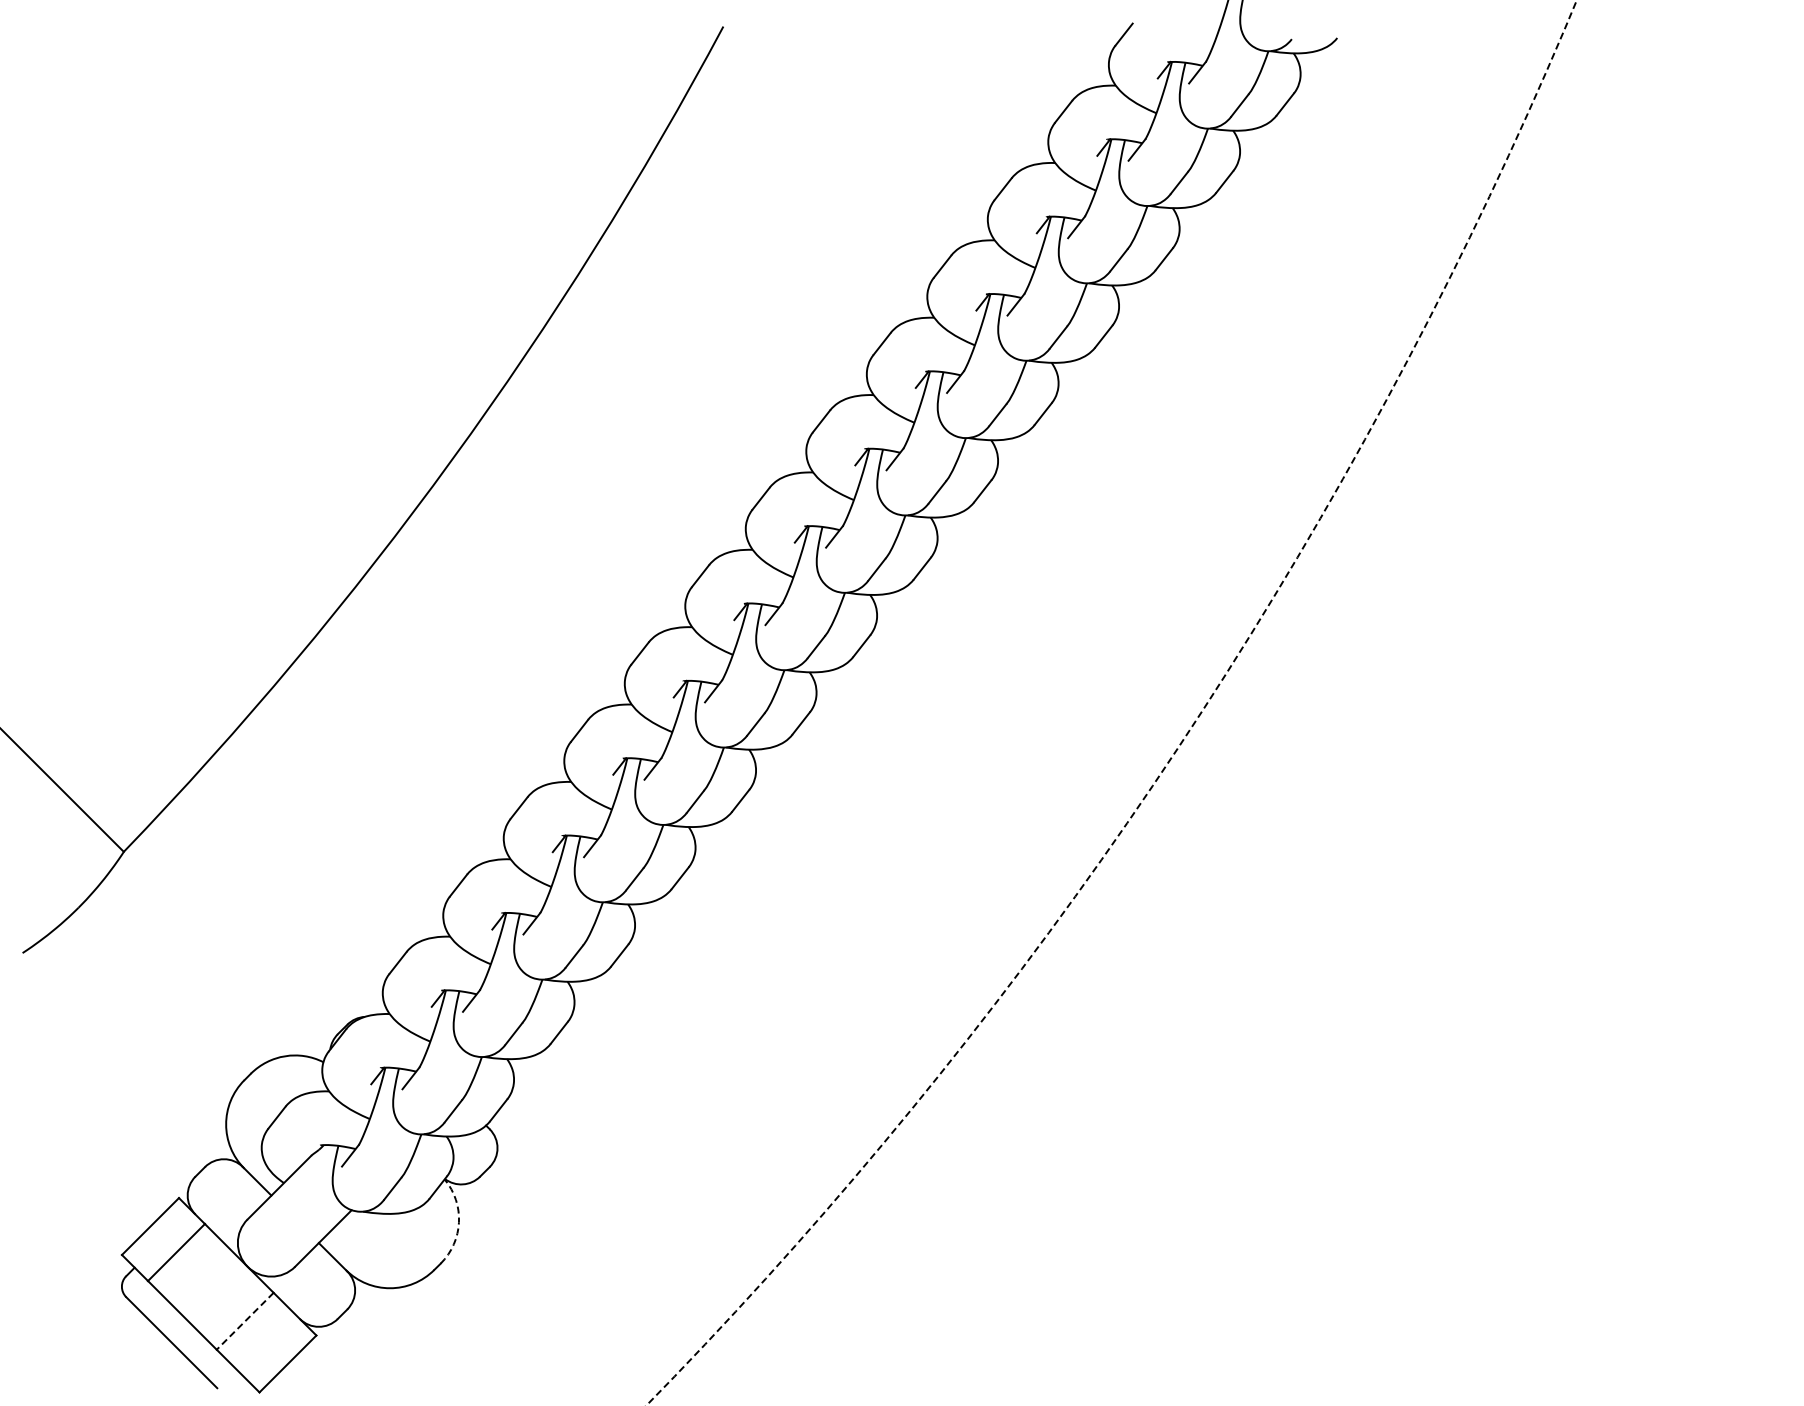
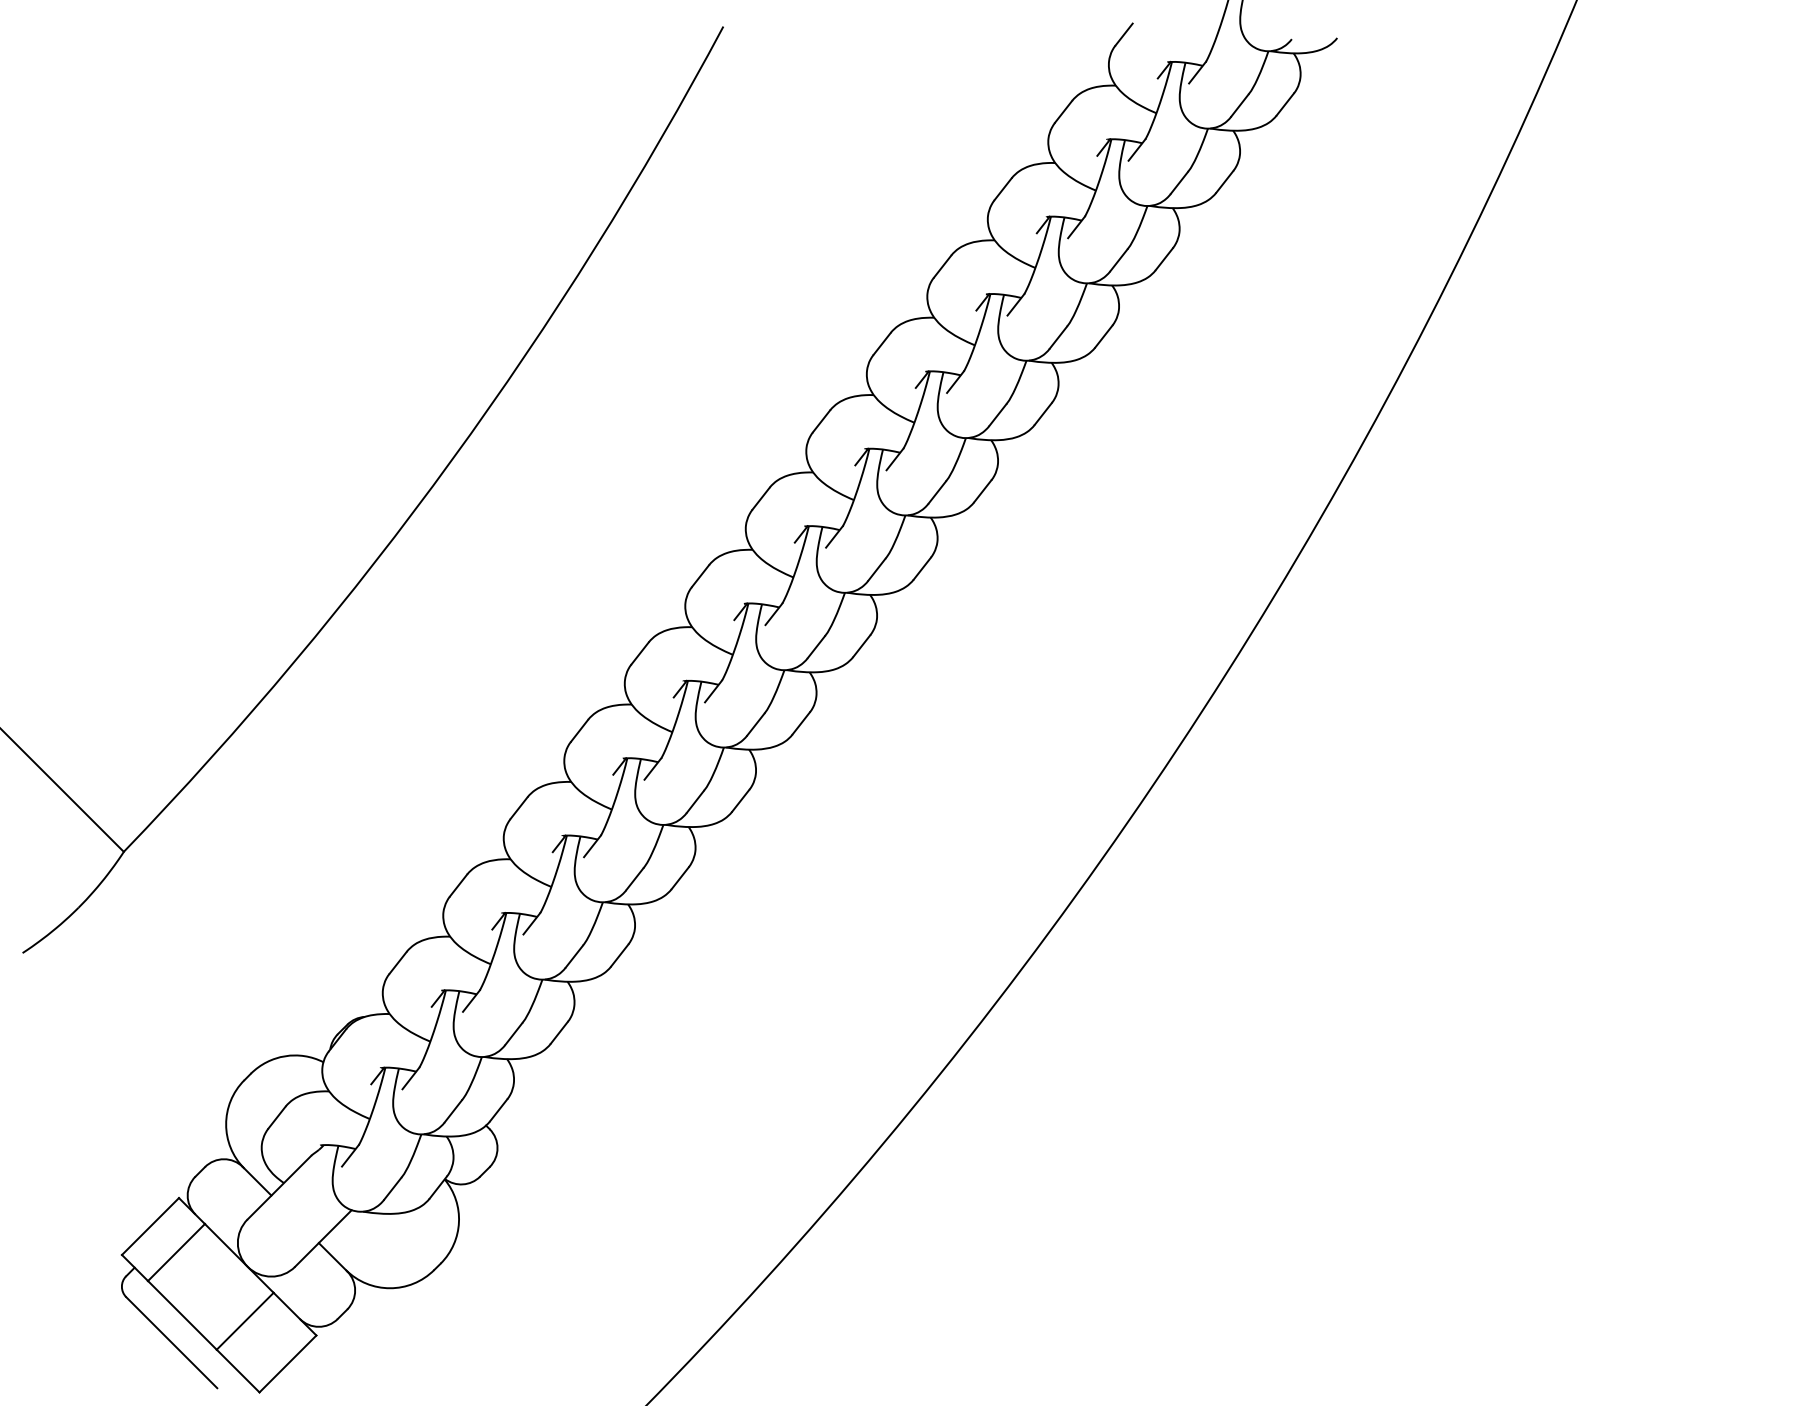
arc at (1179, 745): dashed -> solid
arc at (458, 1222): dashed -> solid
line at (244, 1321): dashed -> solid
